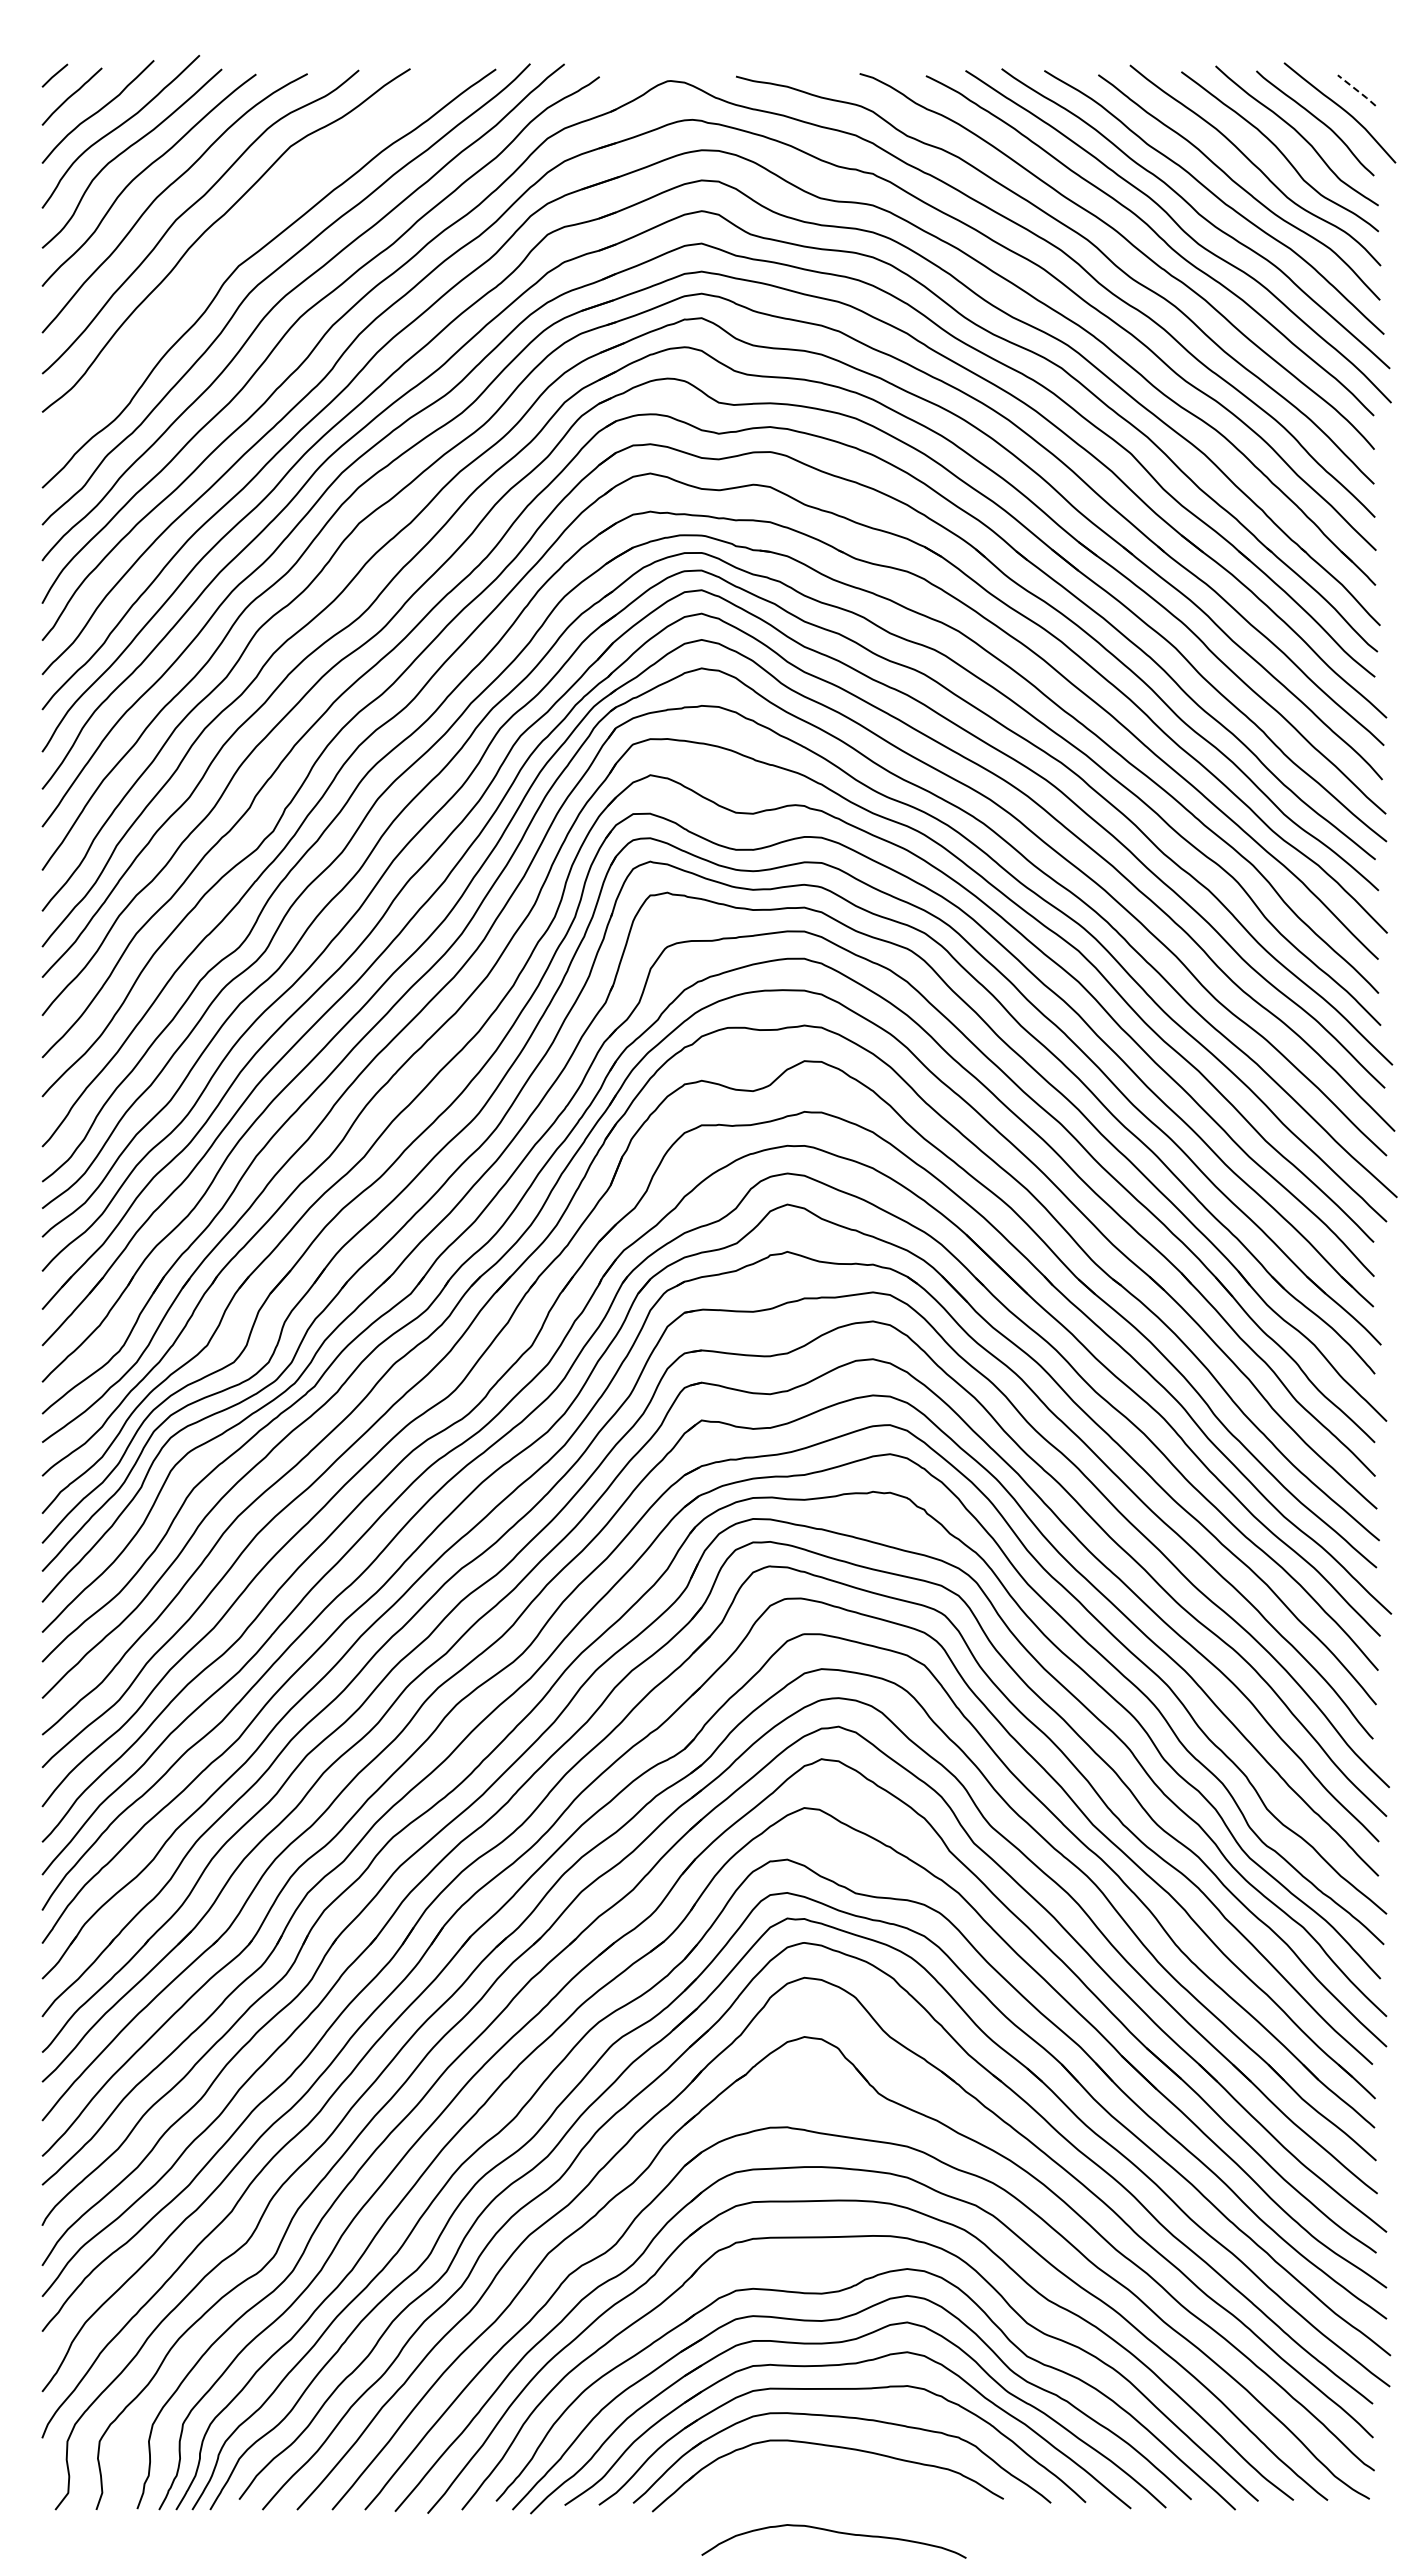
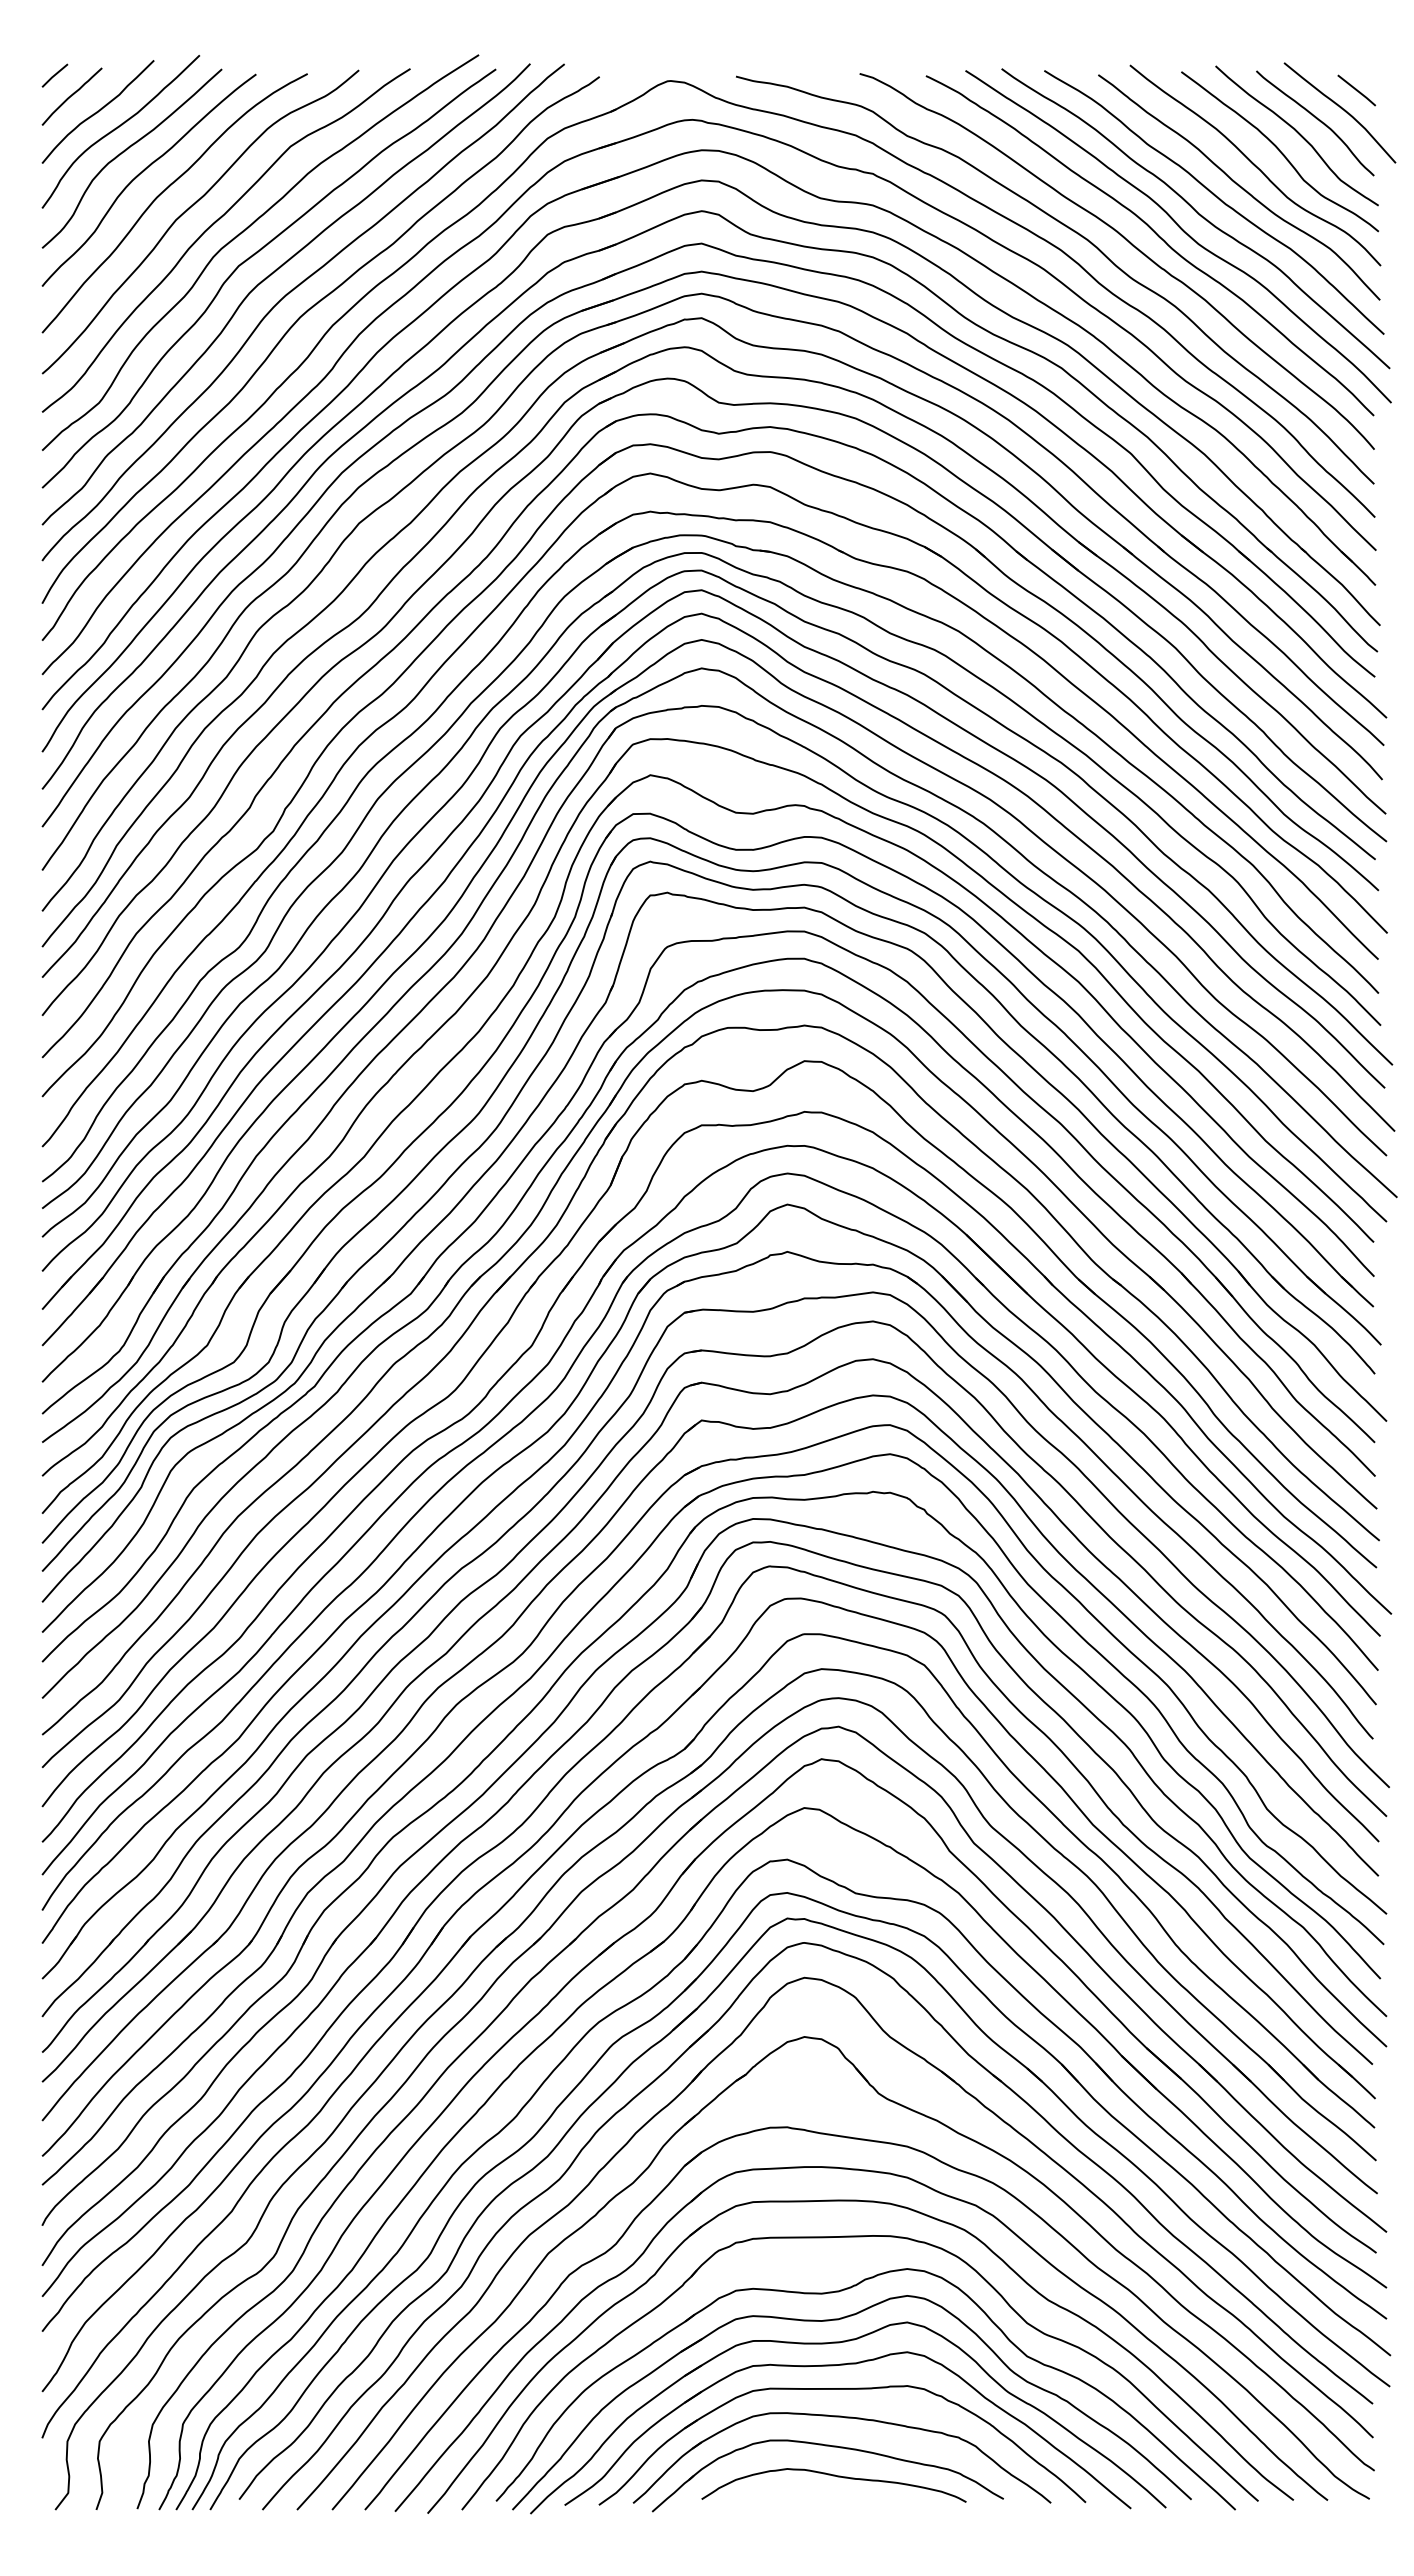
line at (1357, 90): dashed -> solid
curve at (242, 233): none -> present
curve at (837, 2533) position: (837, 2533) -> (837, 2477)
